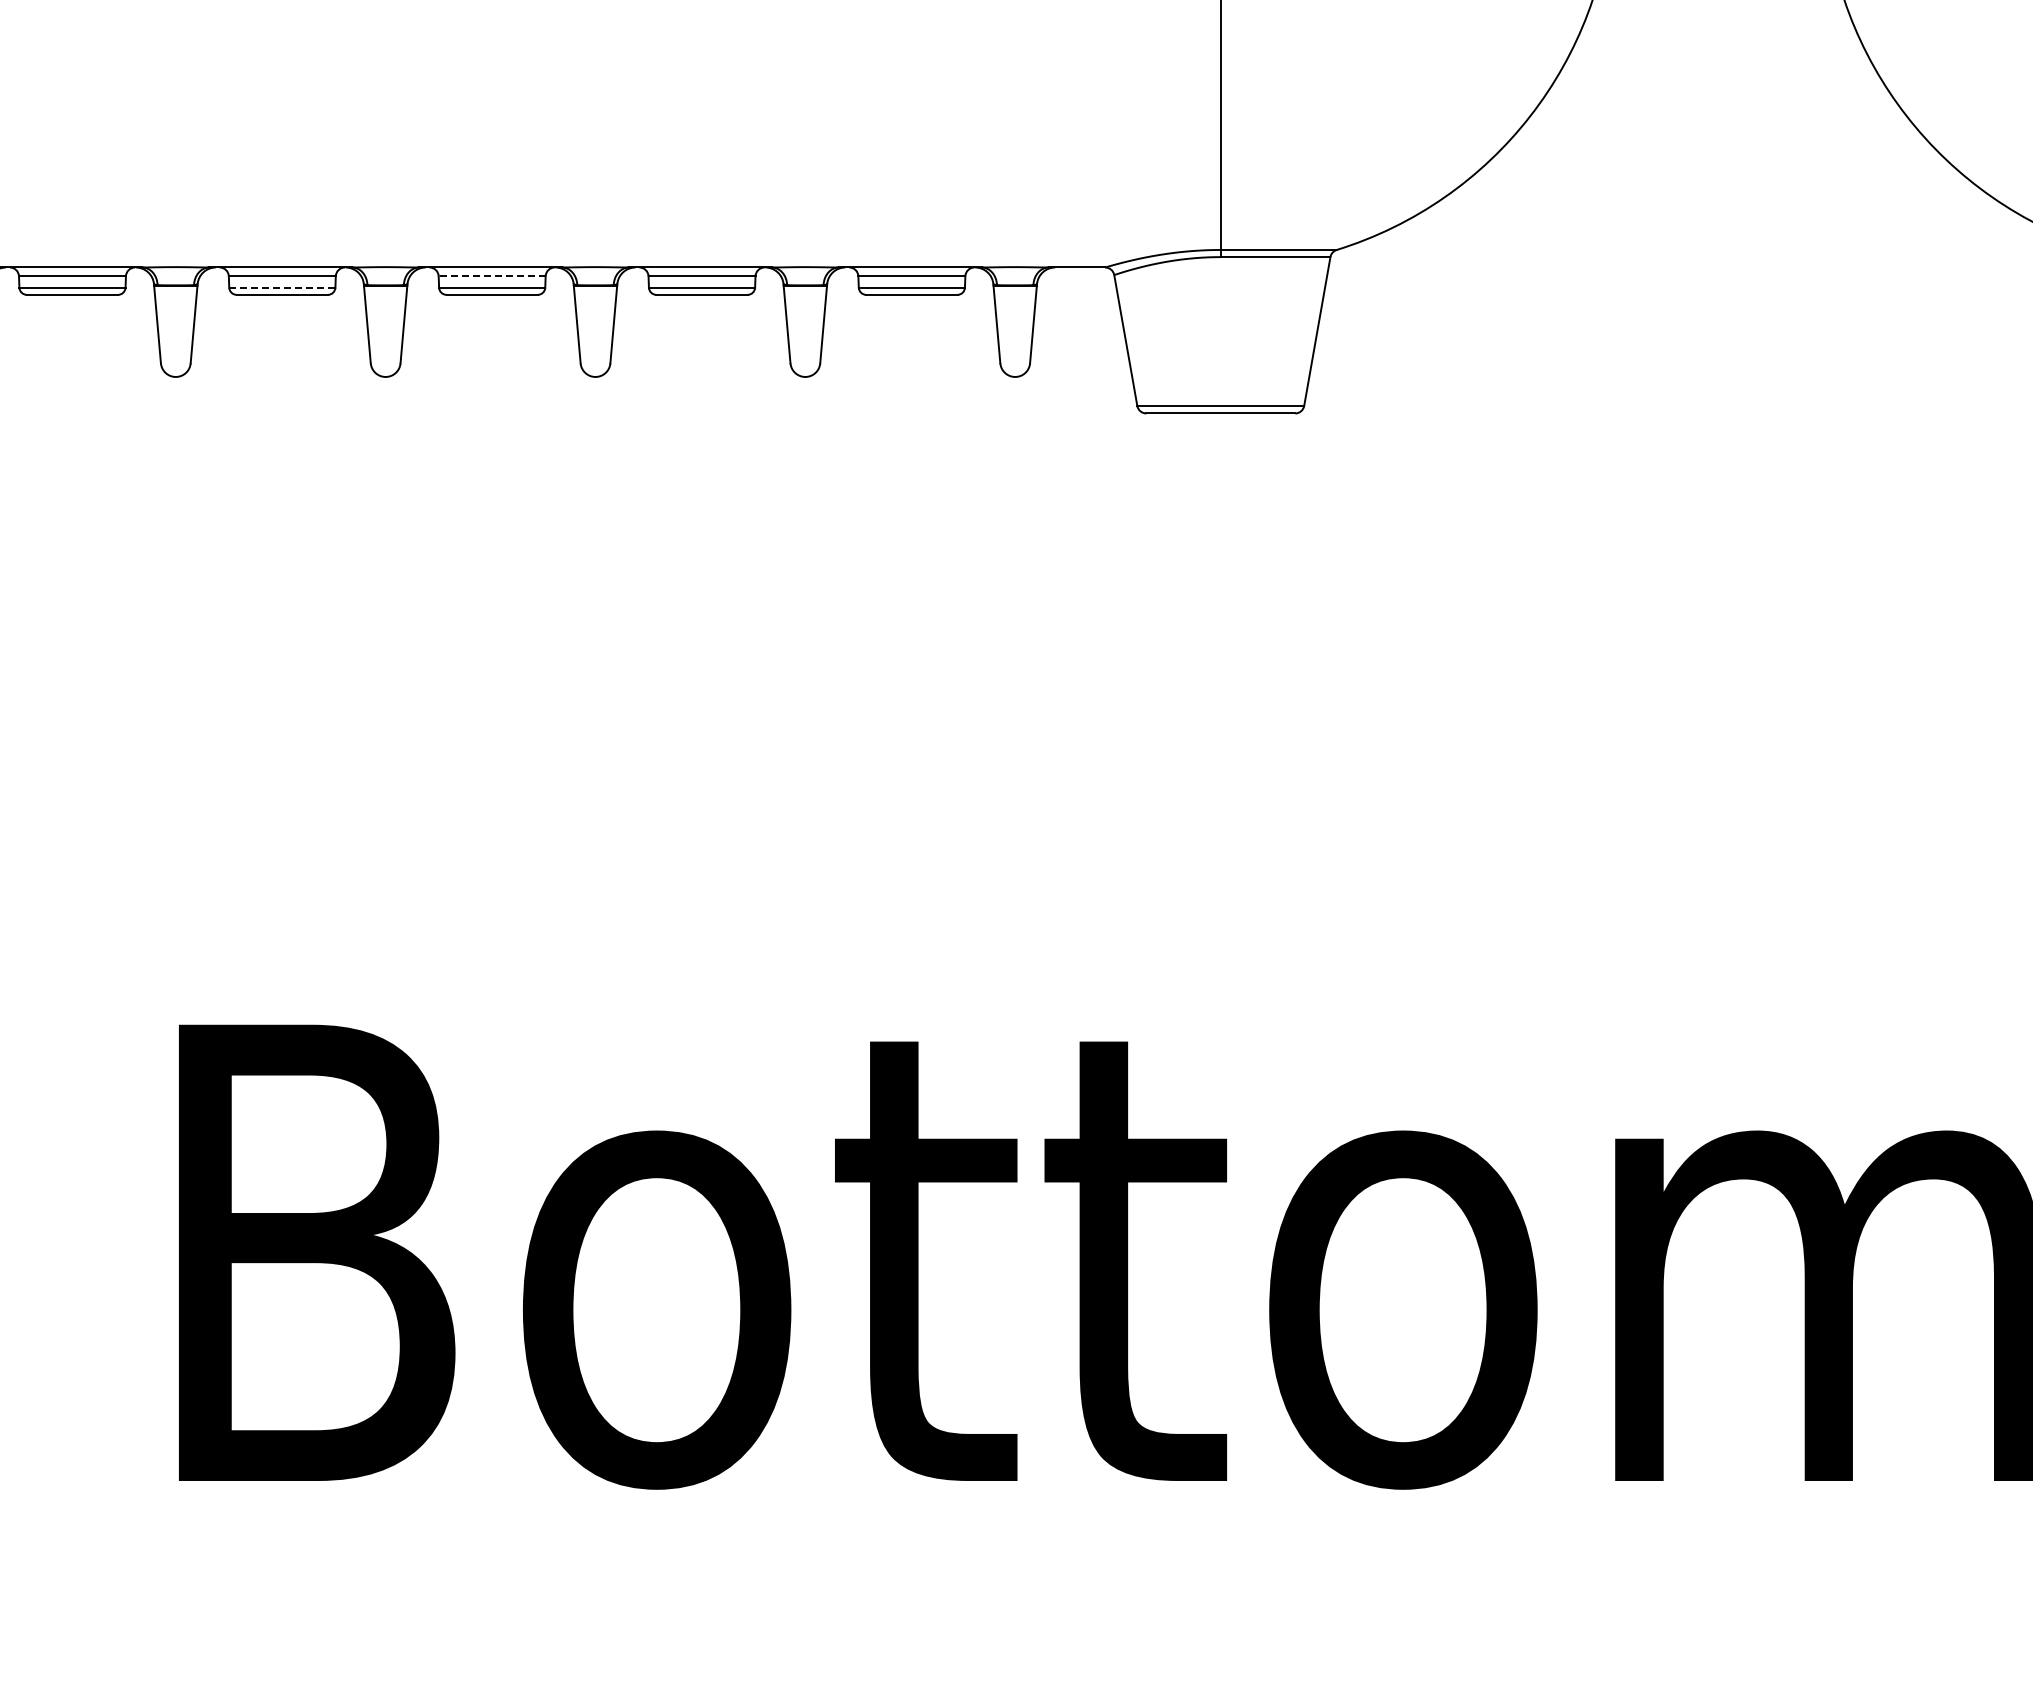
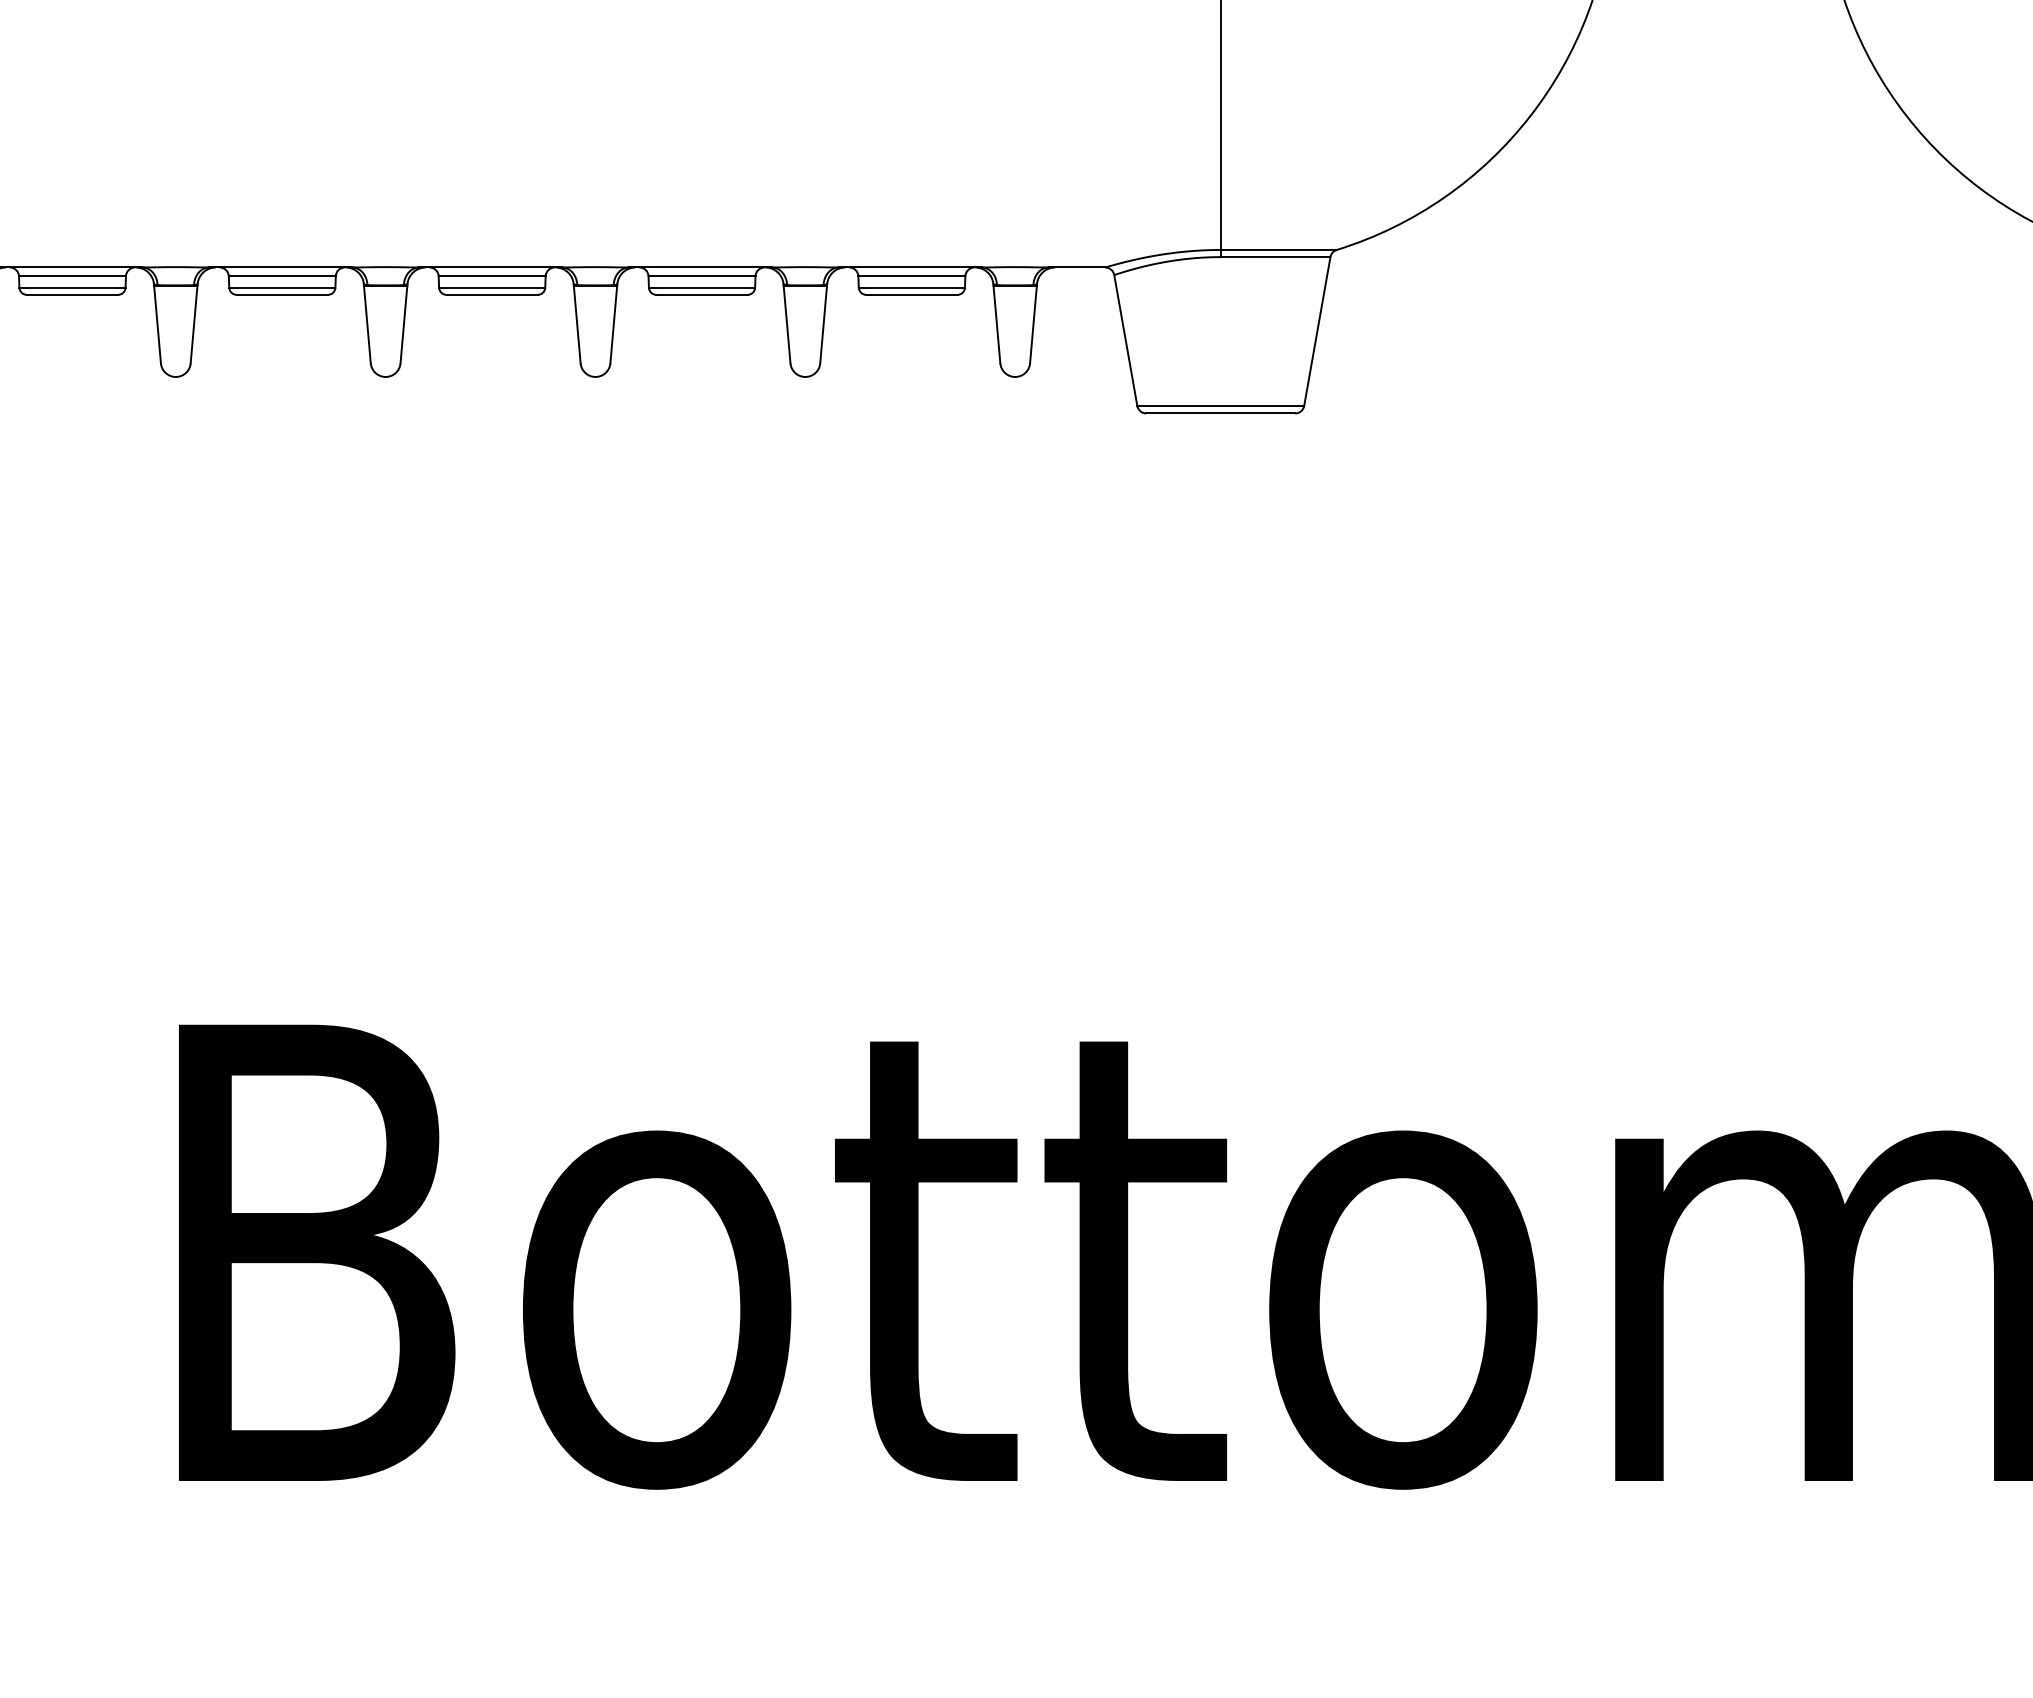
line at (491, 276): dashed -> solid
line at (281, 287): dashed -> solid
